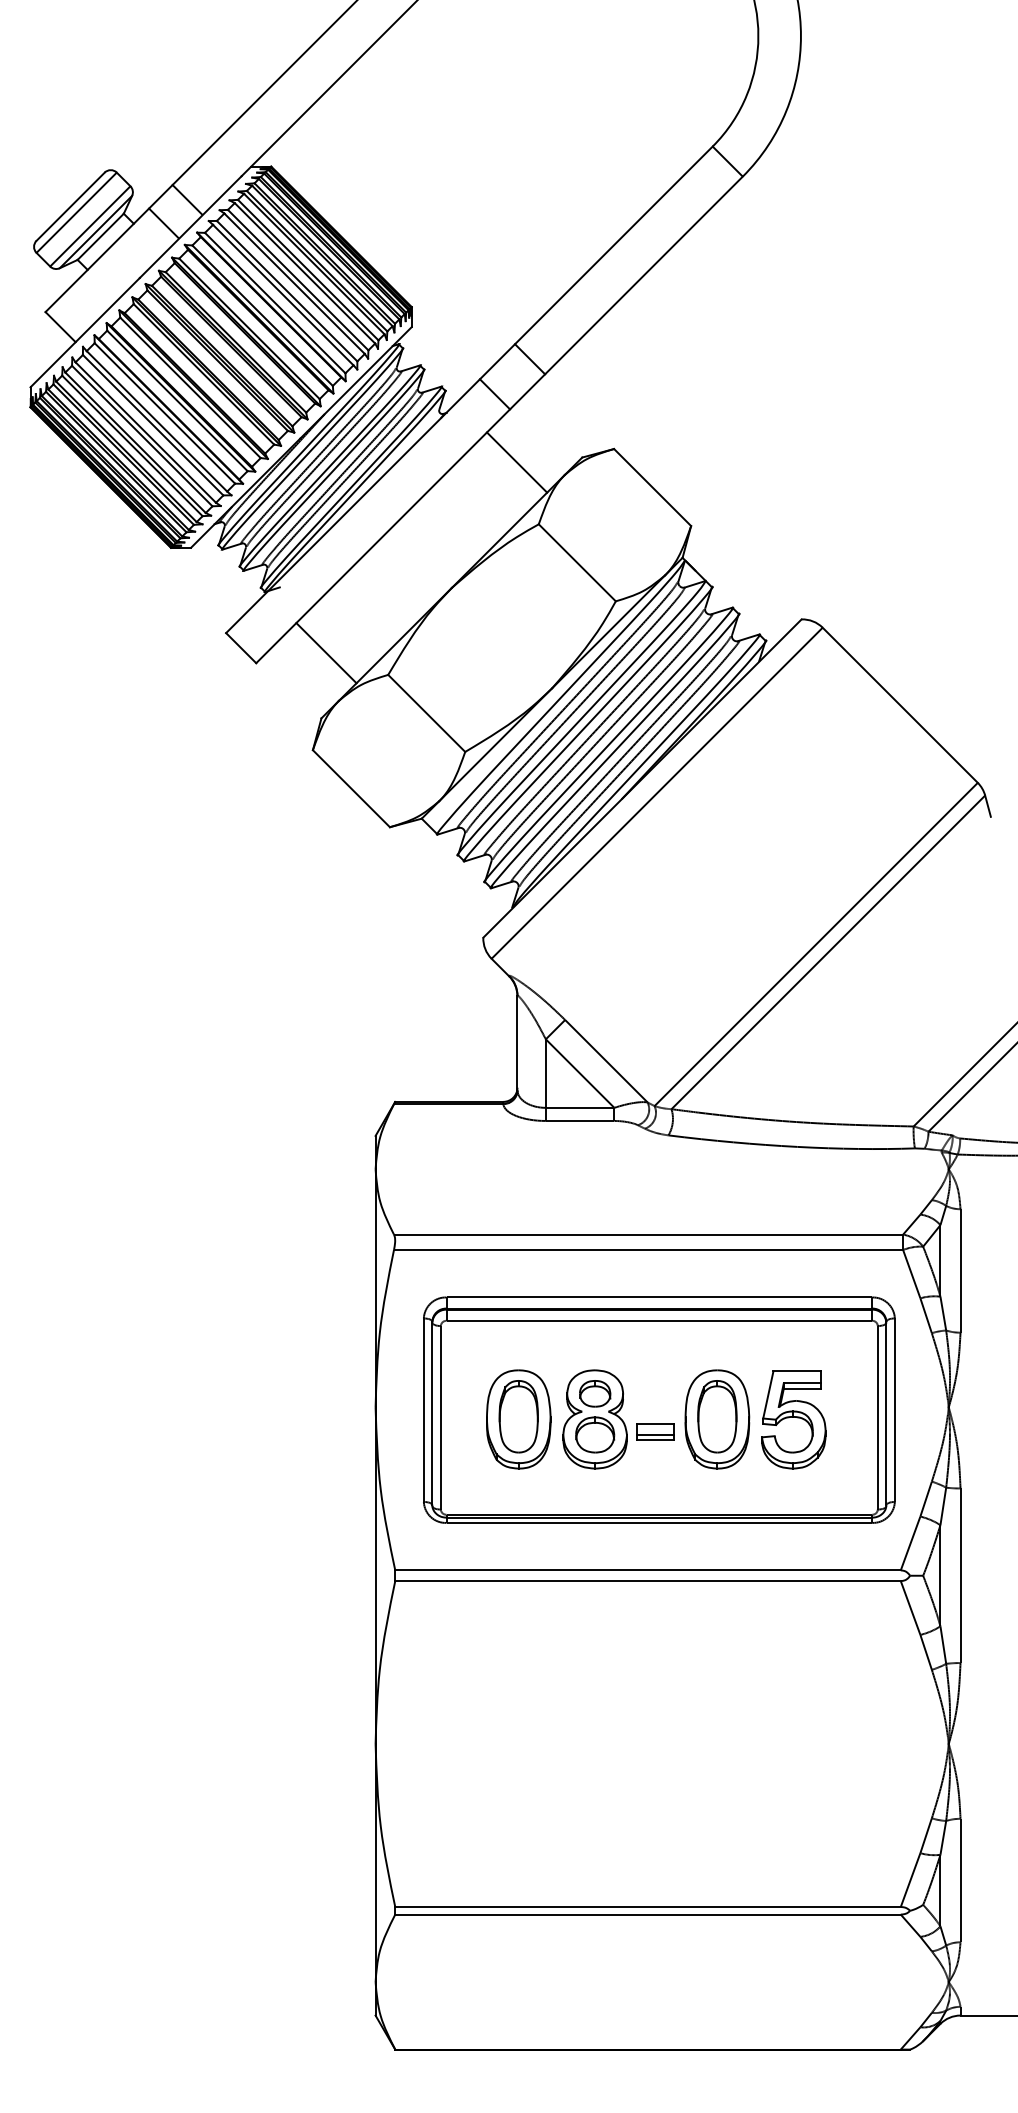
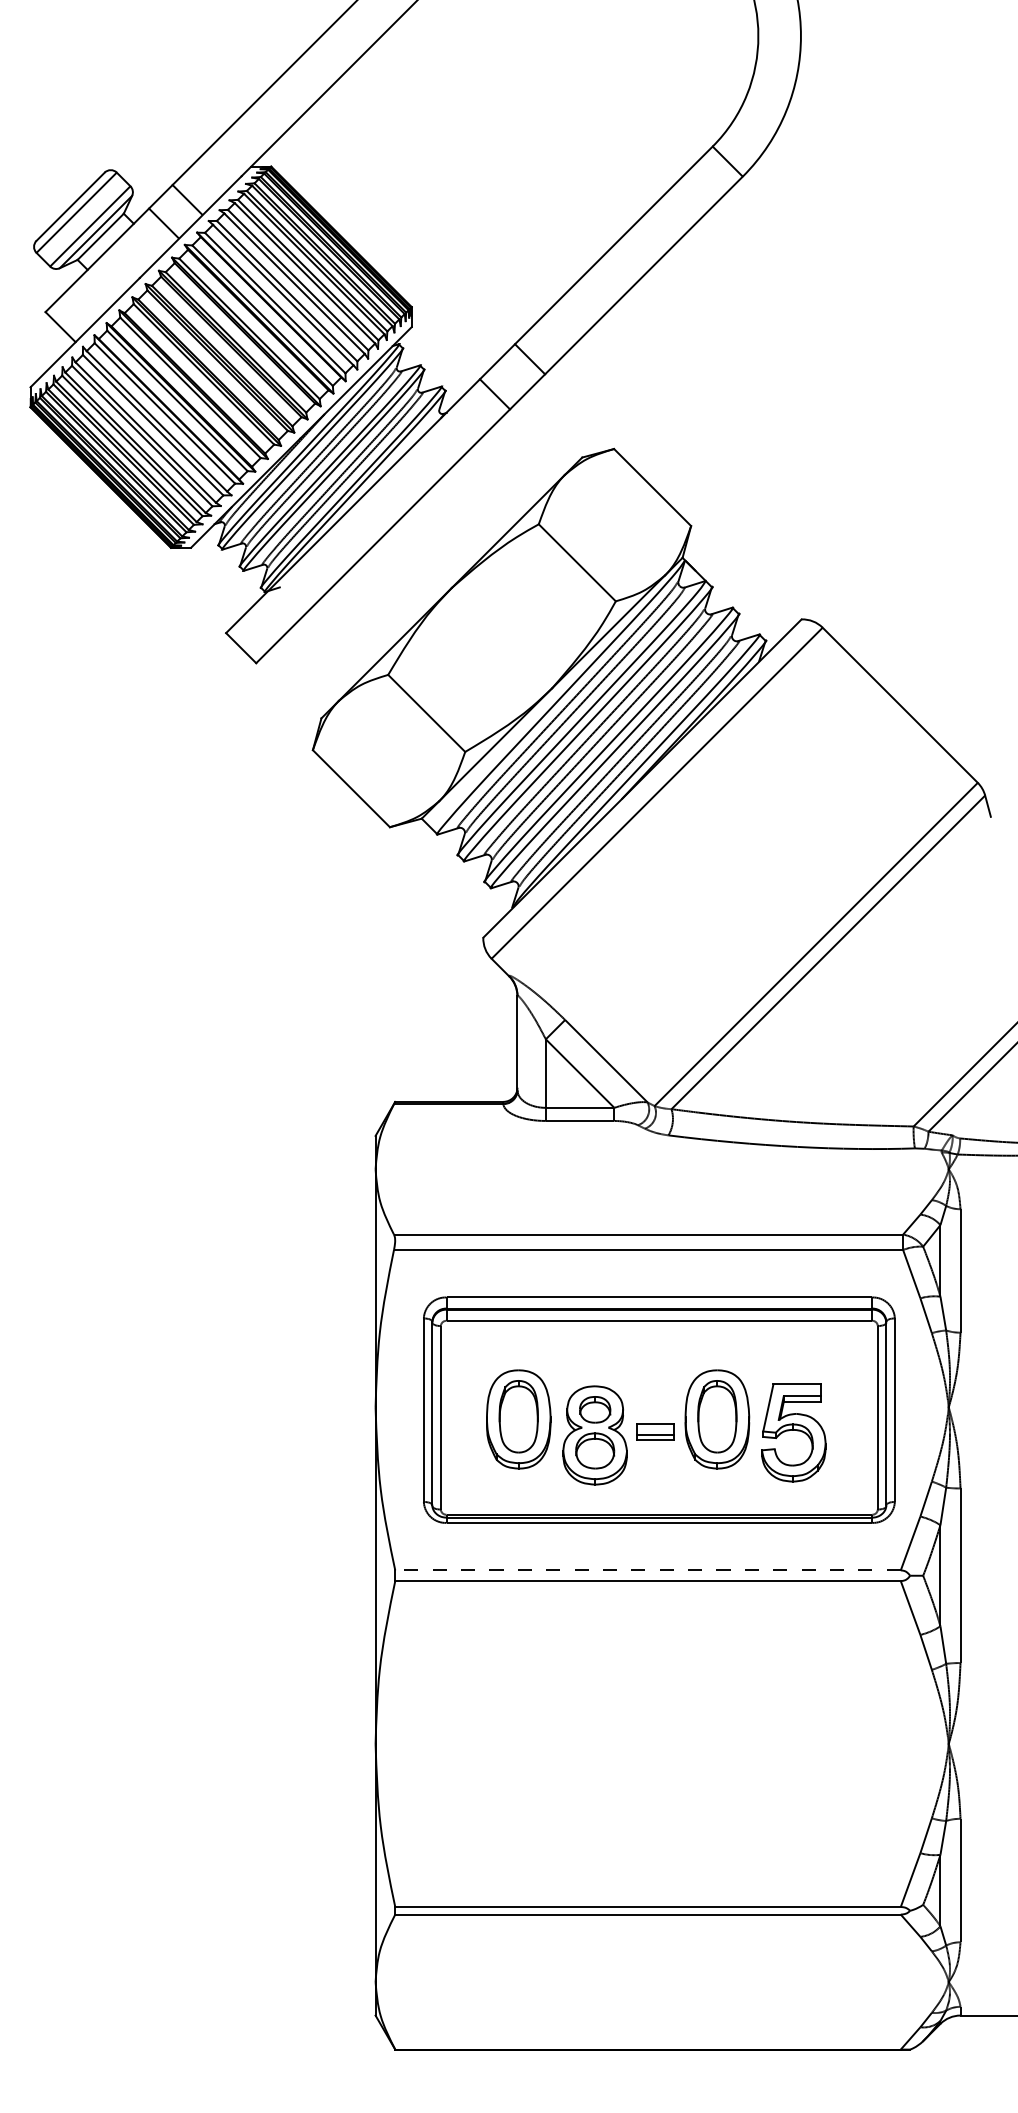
line at (516, 462): present -> none
line at (326, 653): present -> none
part at (594, 1419) position: (594, 1419) -> (594, 1435)
part at (793, 1419) position: (793, 1419) -> (793, 1432)
line at (648, 1570): solid -> dashed
